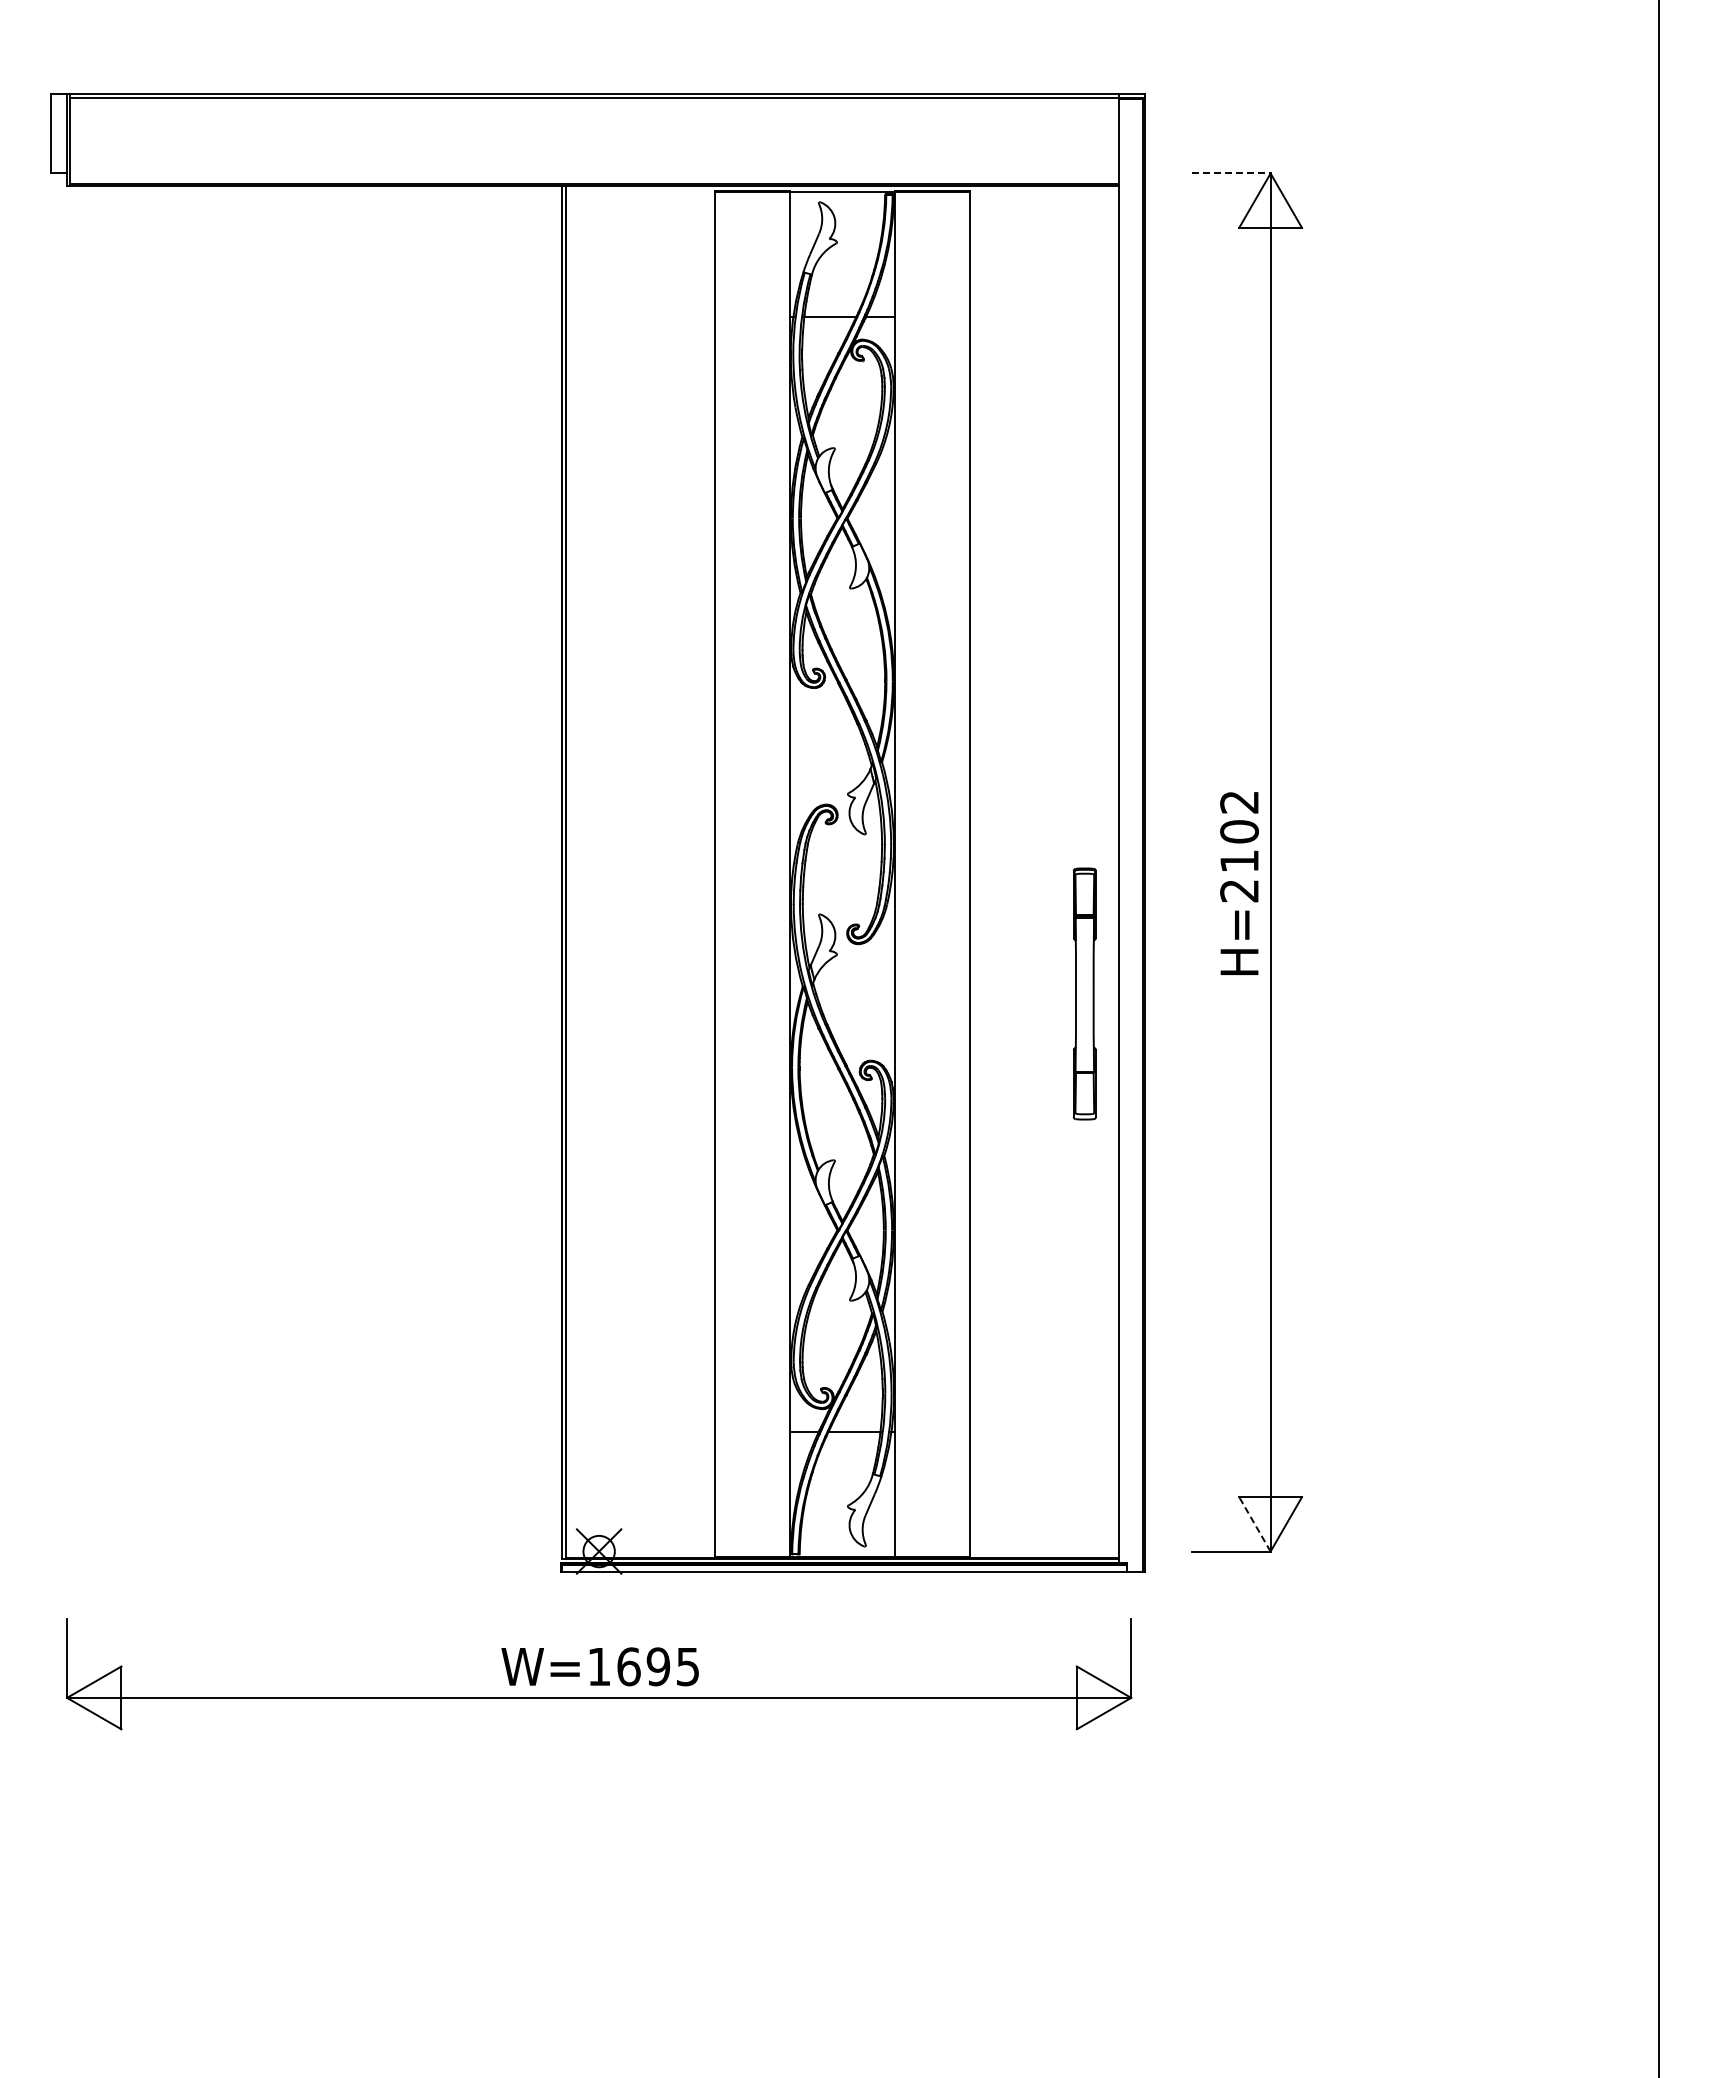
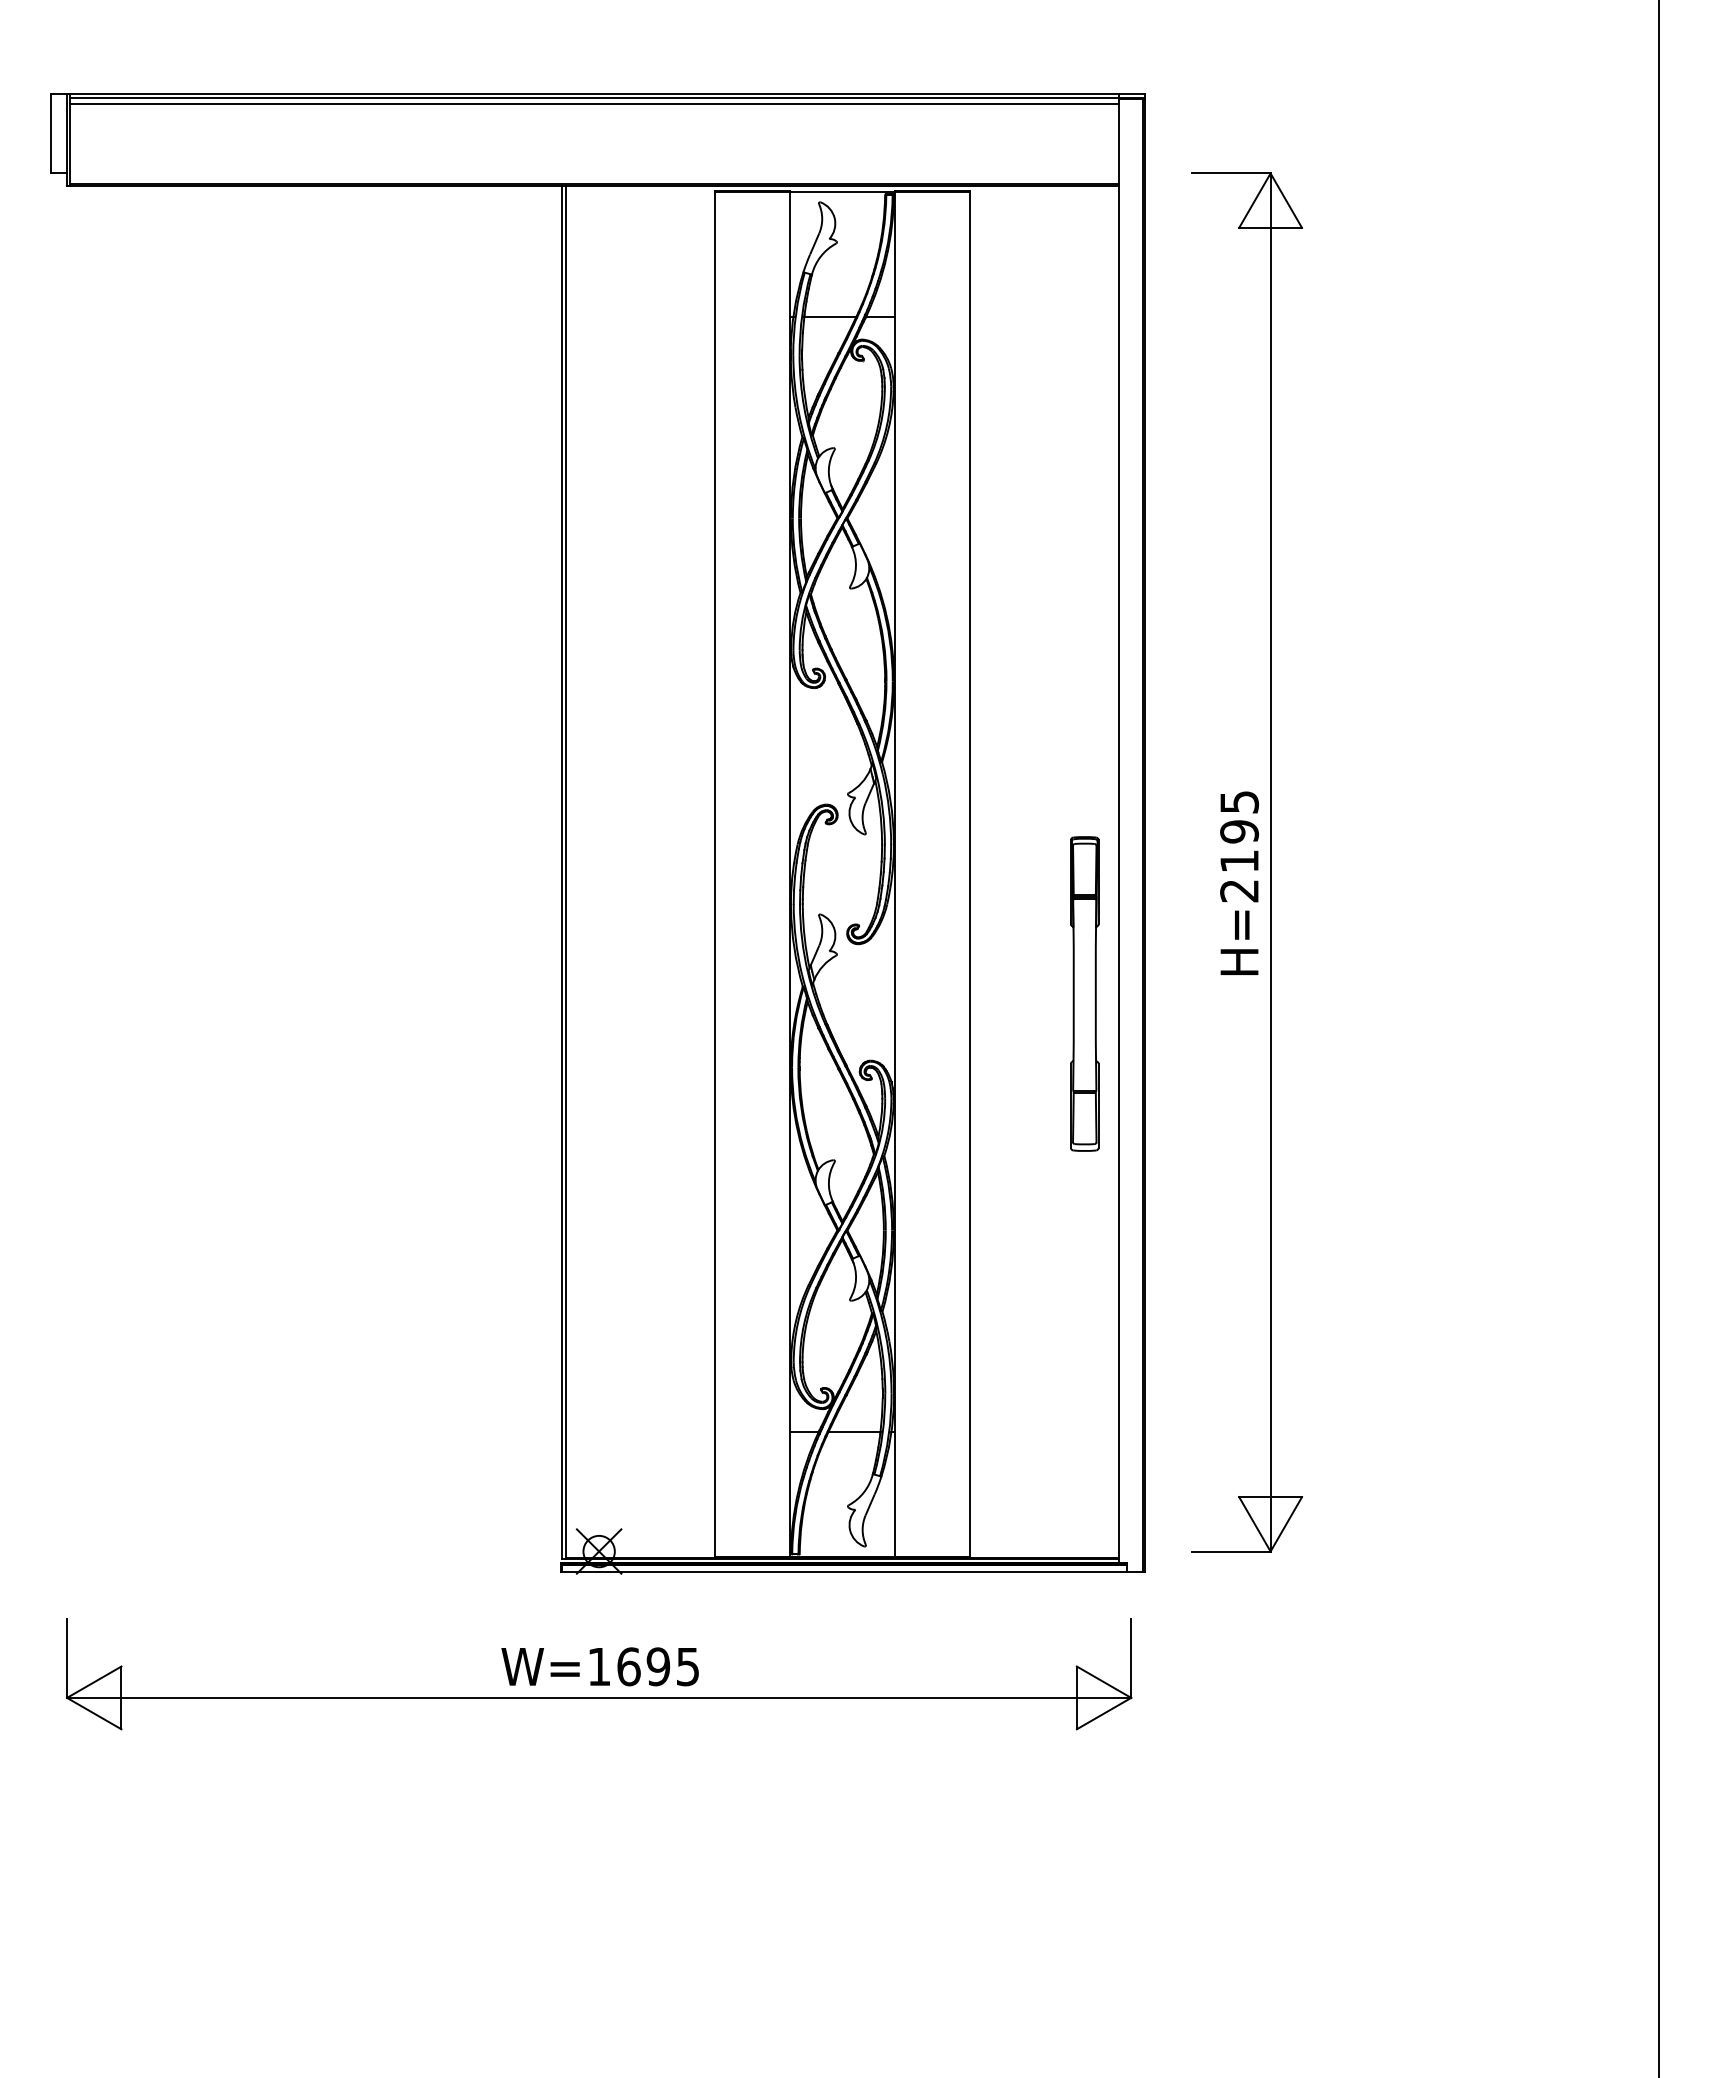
line at (594, 104): none -> present
line at (1231, 173): dashed -> solid
text at (1239, 817): H=2102 -> H=2195
part at (1084, 993) size: 24x254 px -> 30x316 px
line at (1254, 1523): dashed -> solid
